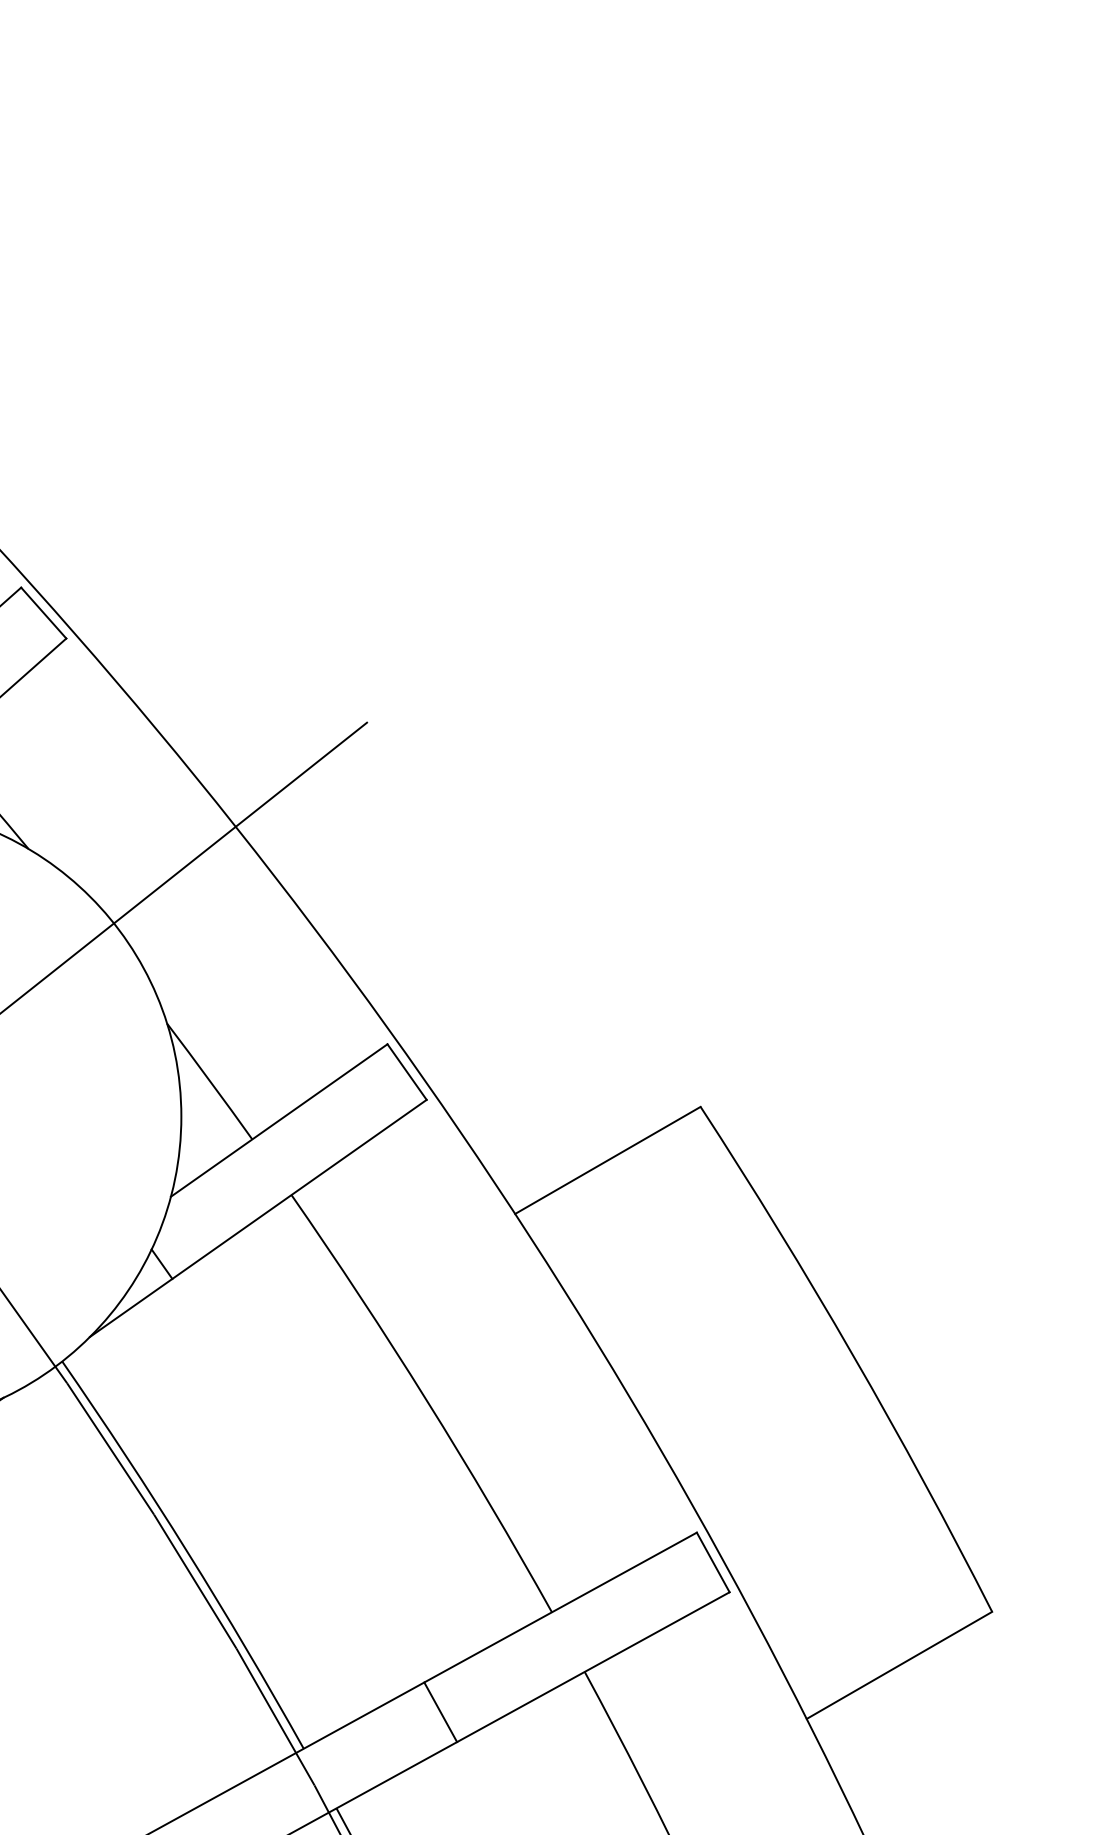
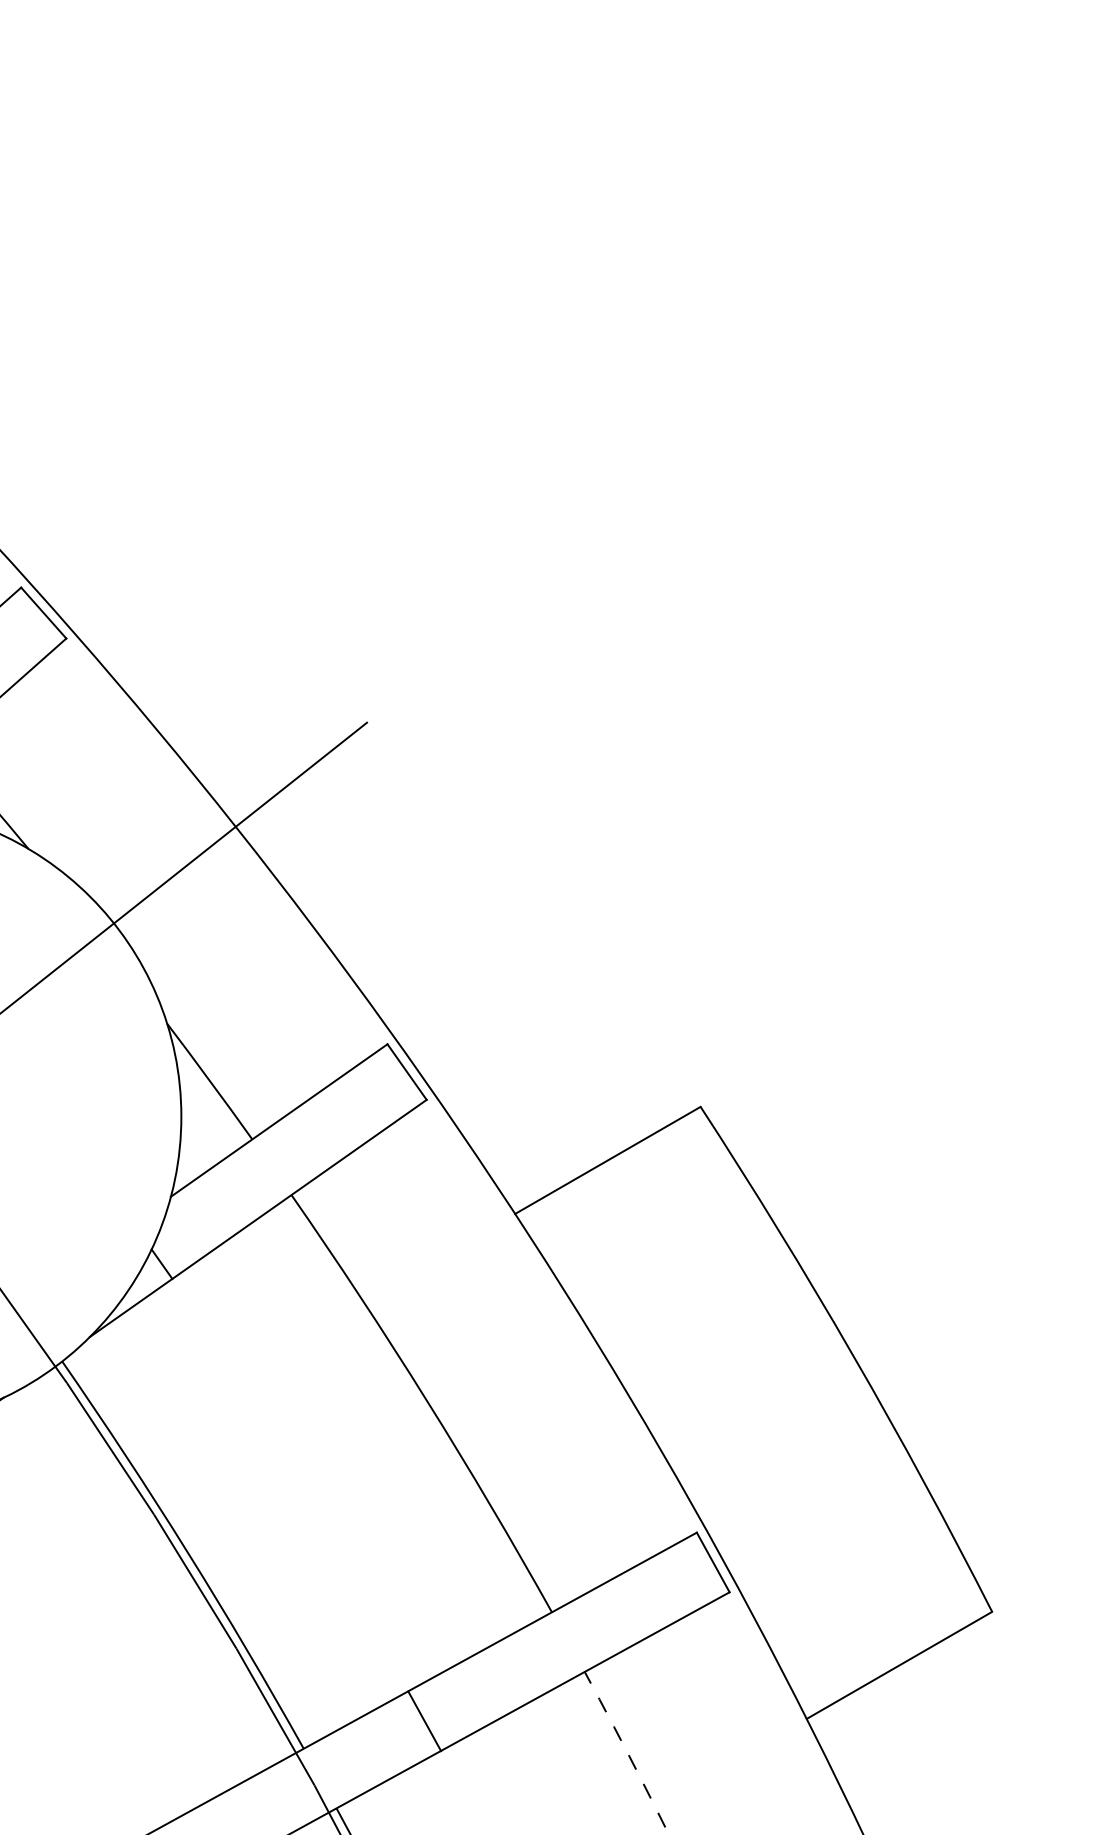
line at (440, 1712) position: (440, 1712) -> (424, 1721)
arc at (627, 1752): solid -> dashed
